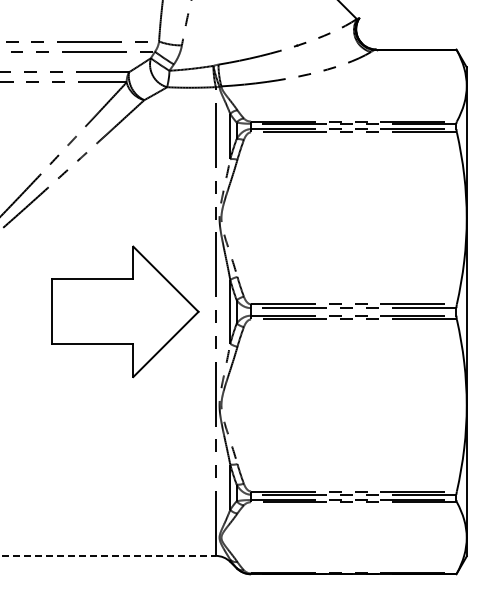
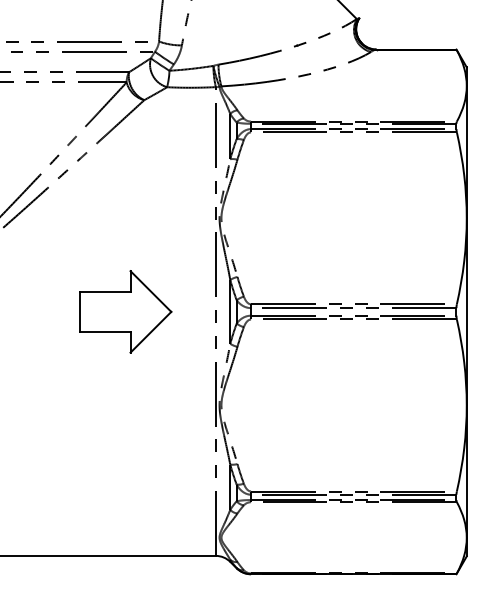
part at (125, 311) size: 149x134 px -> 94x84 px
line at (107, 555): dashed -> solid
